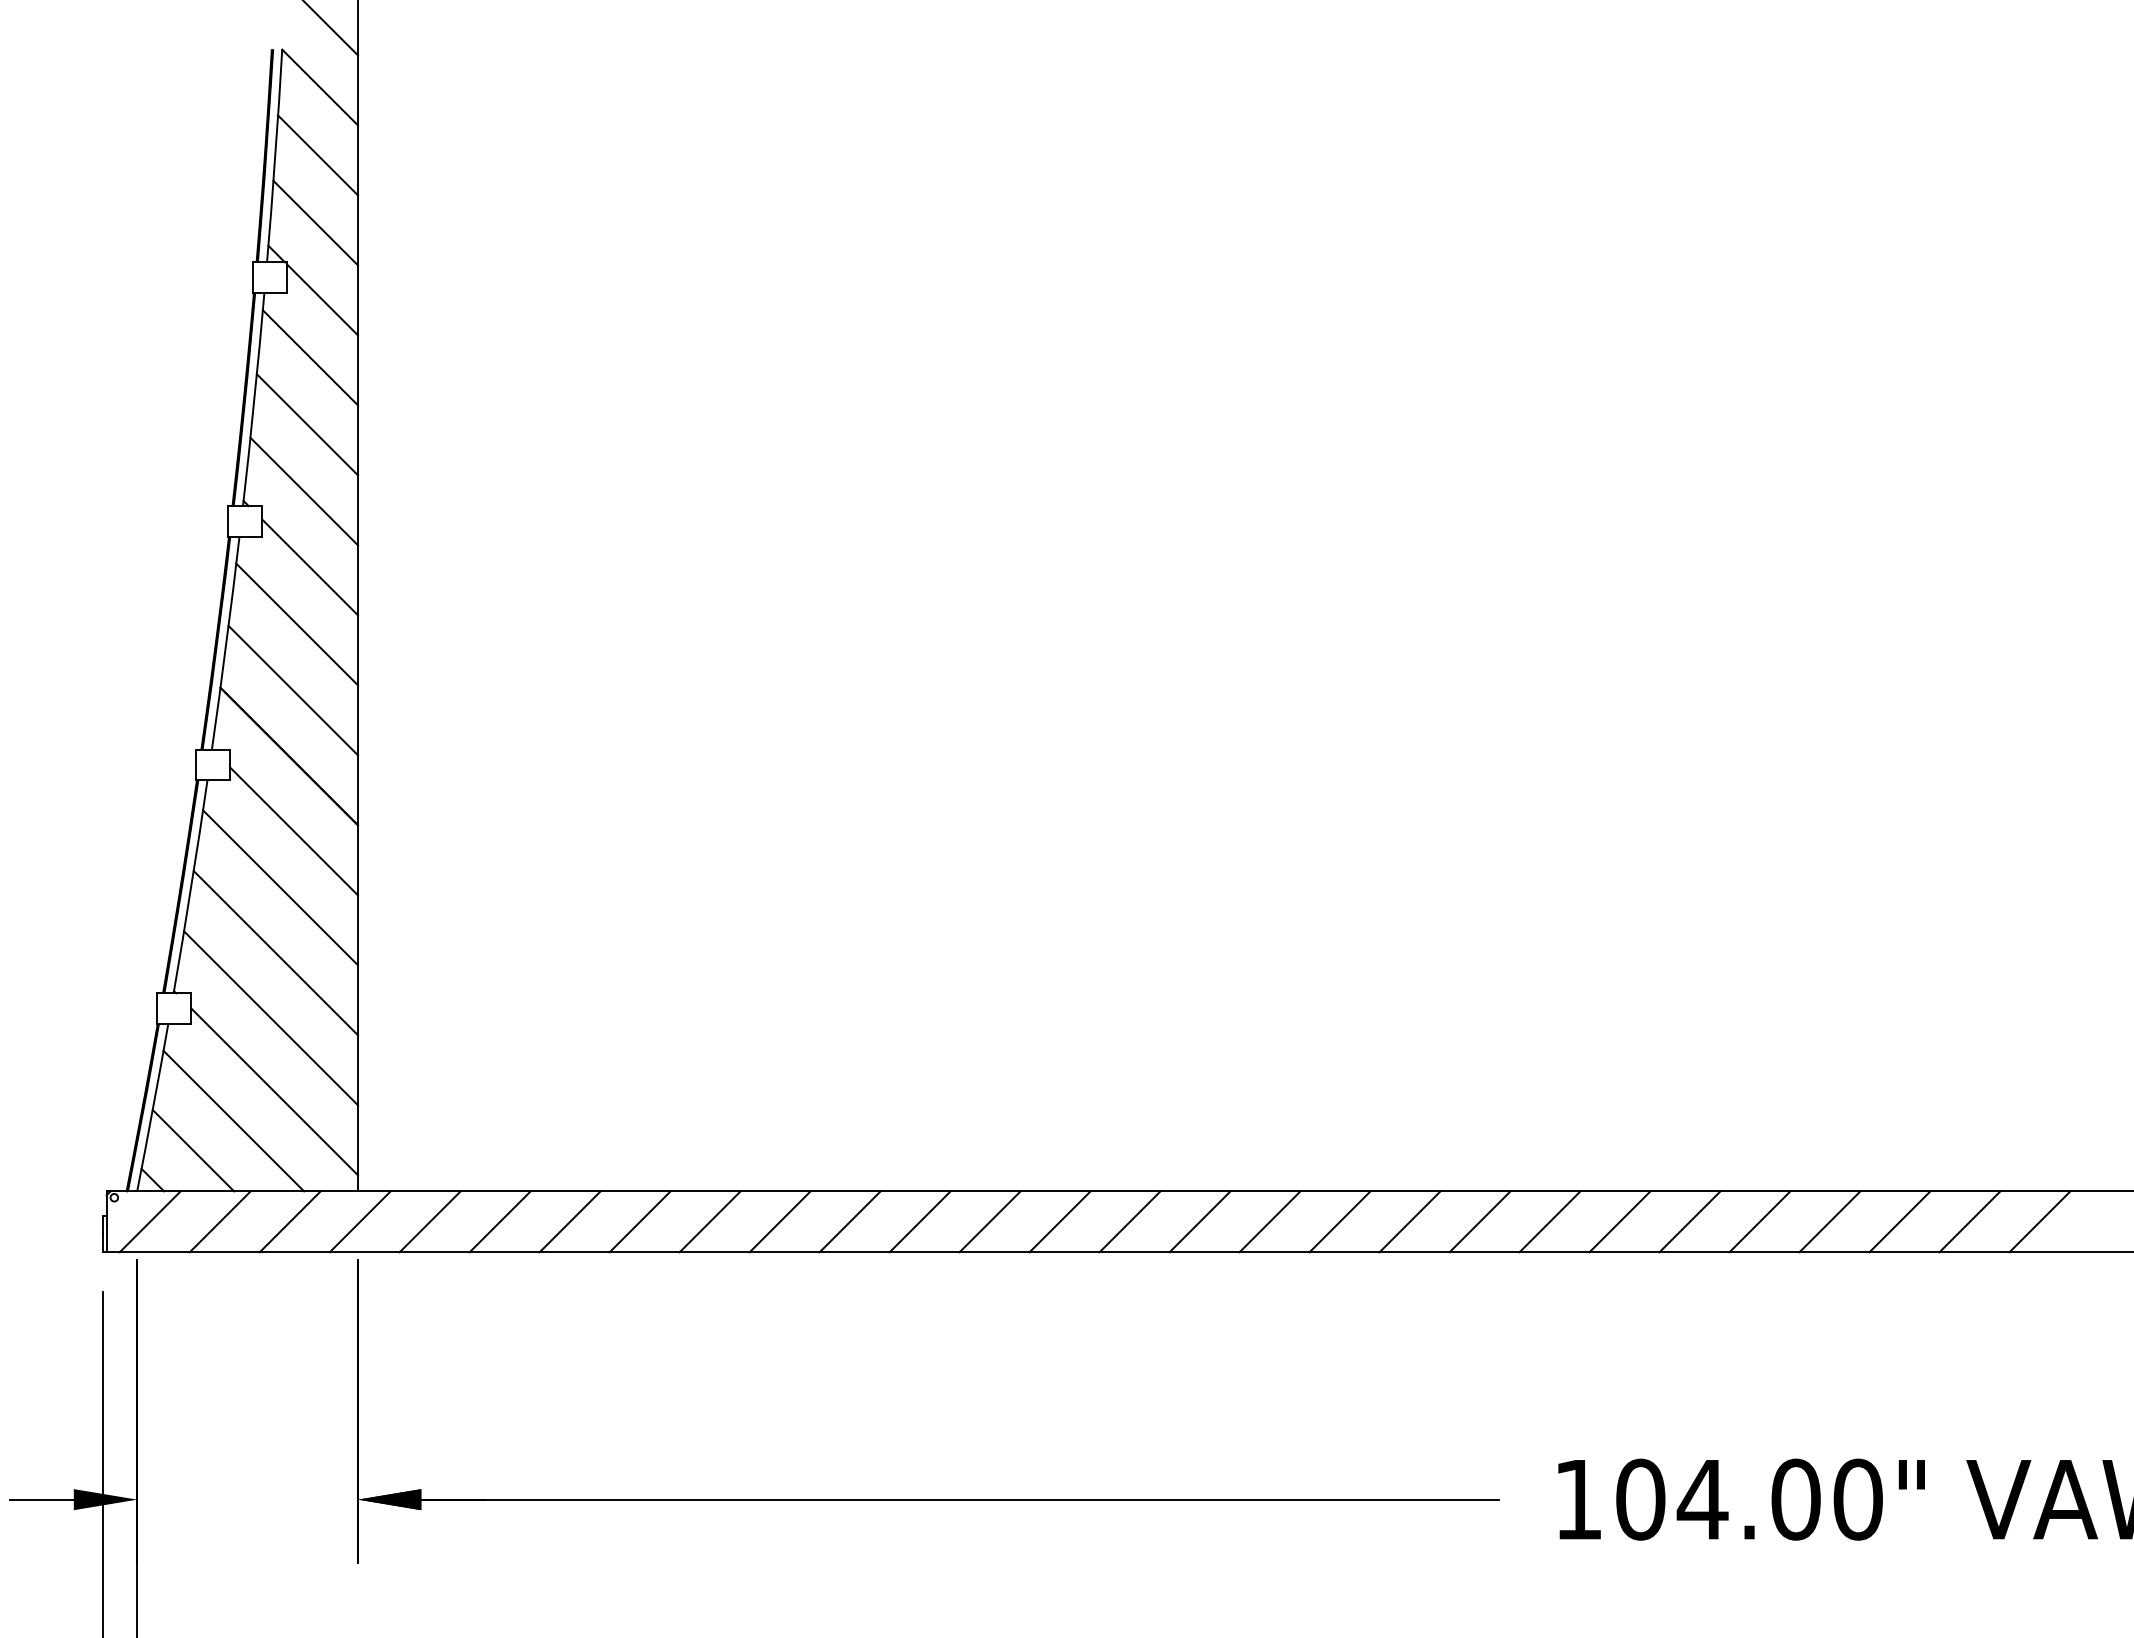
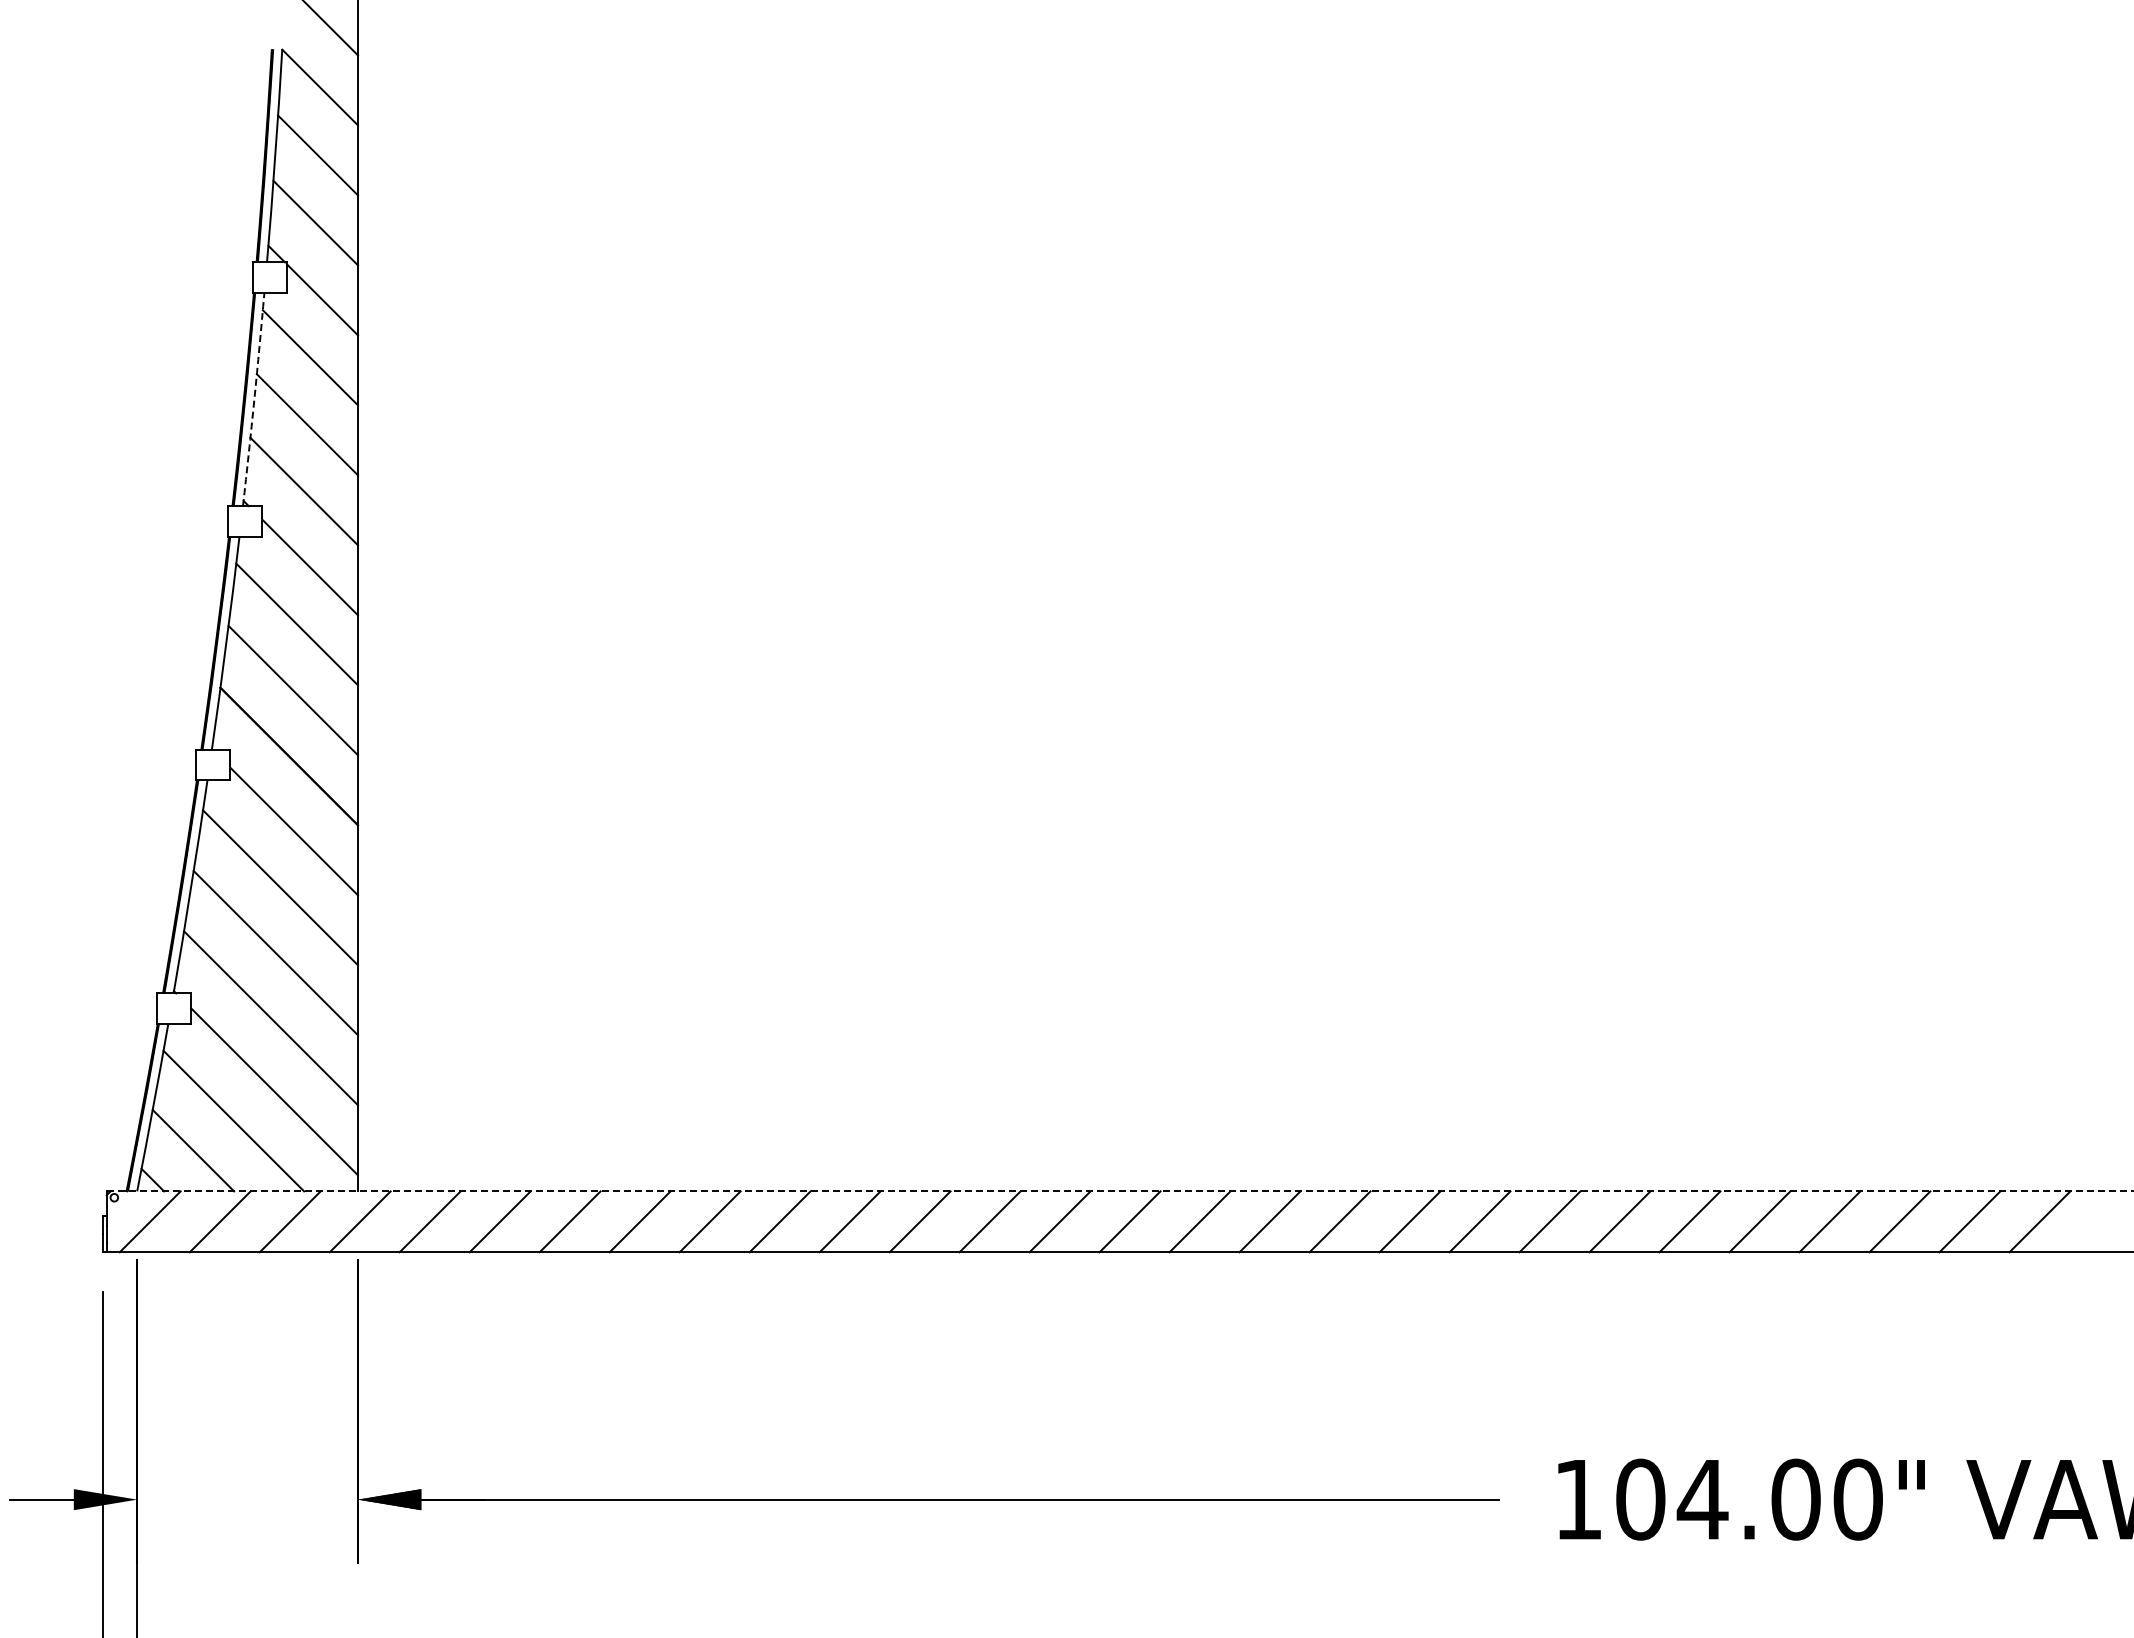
arc at (254, 399): solid -> dashed
line at (1119, 1191): solid -> dashed
